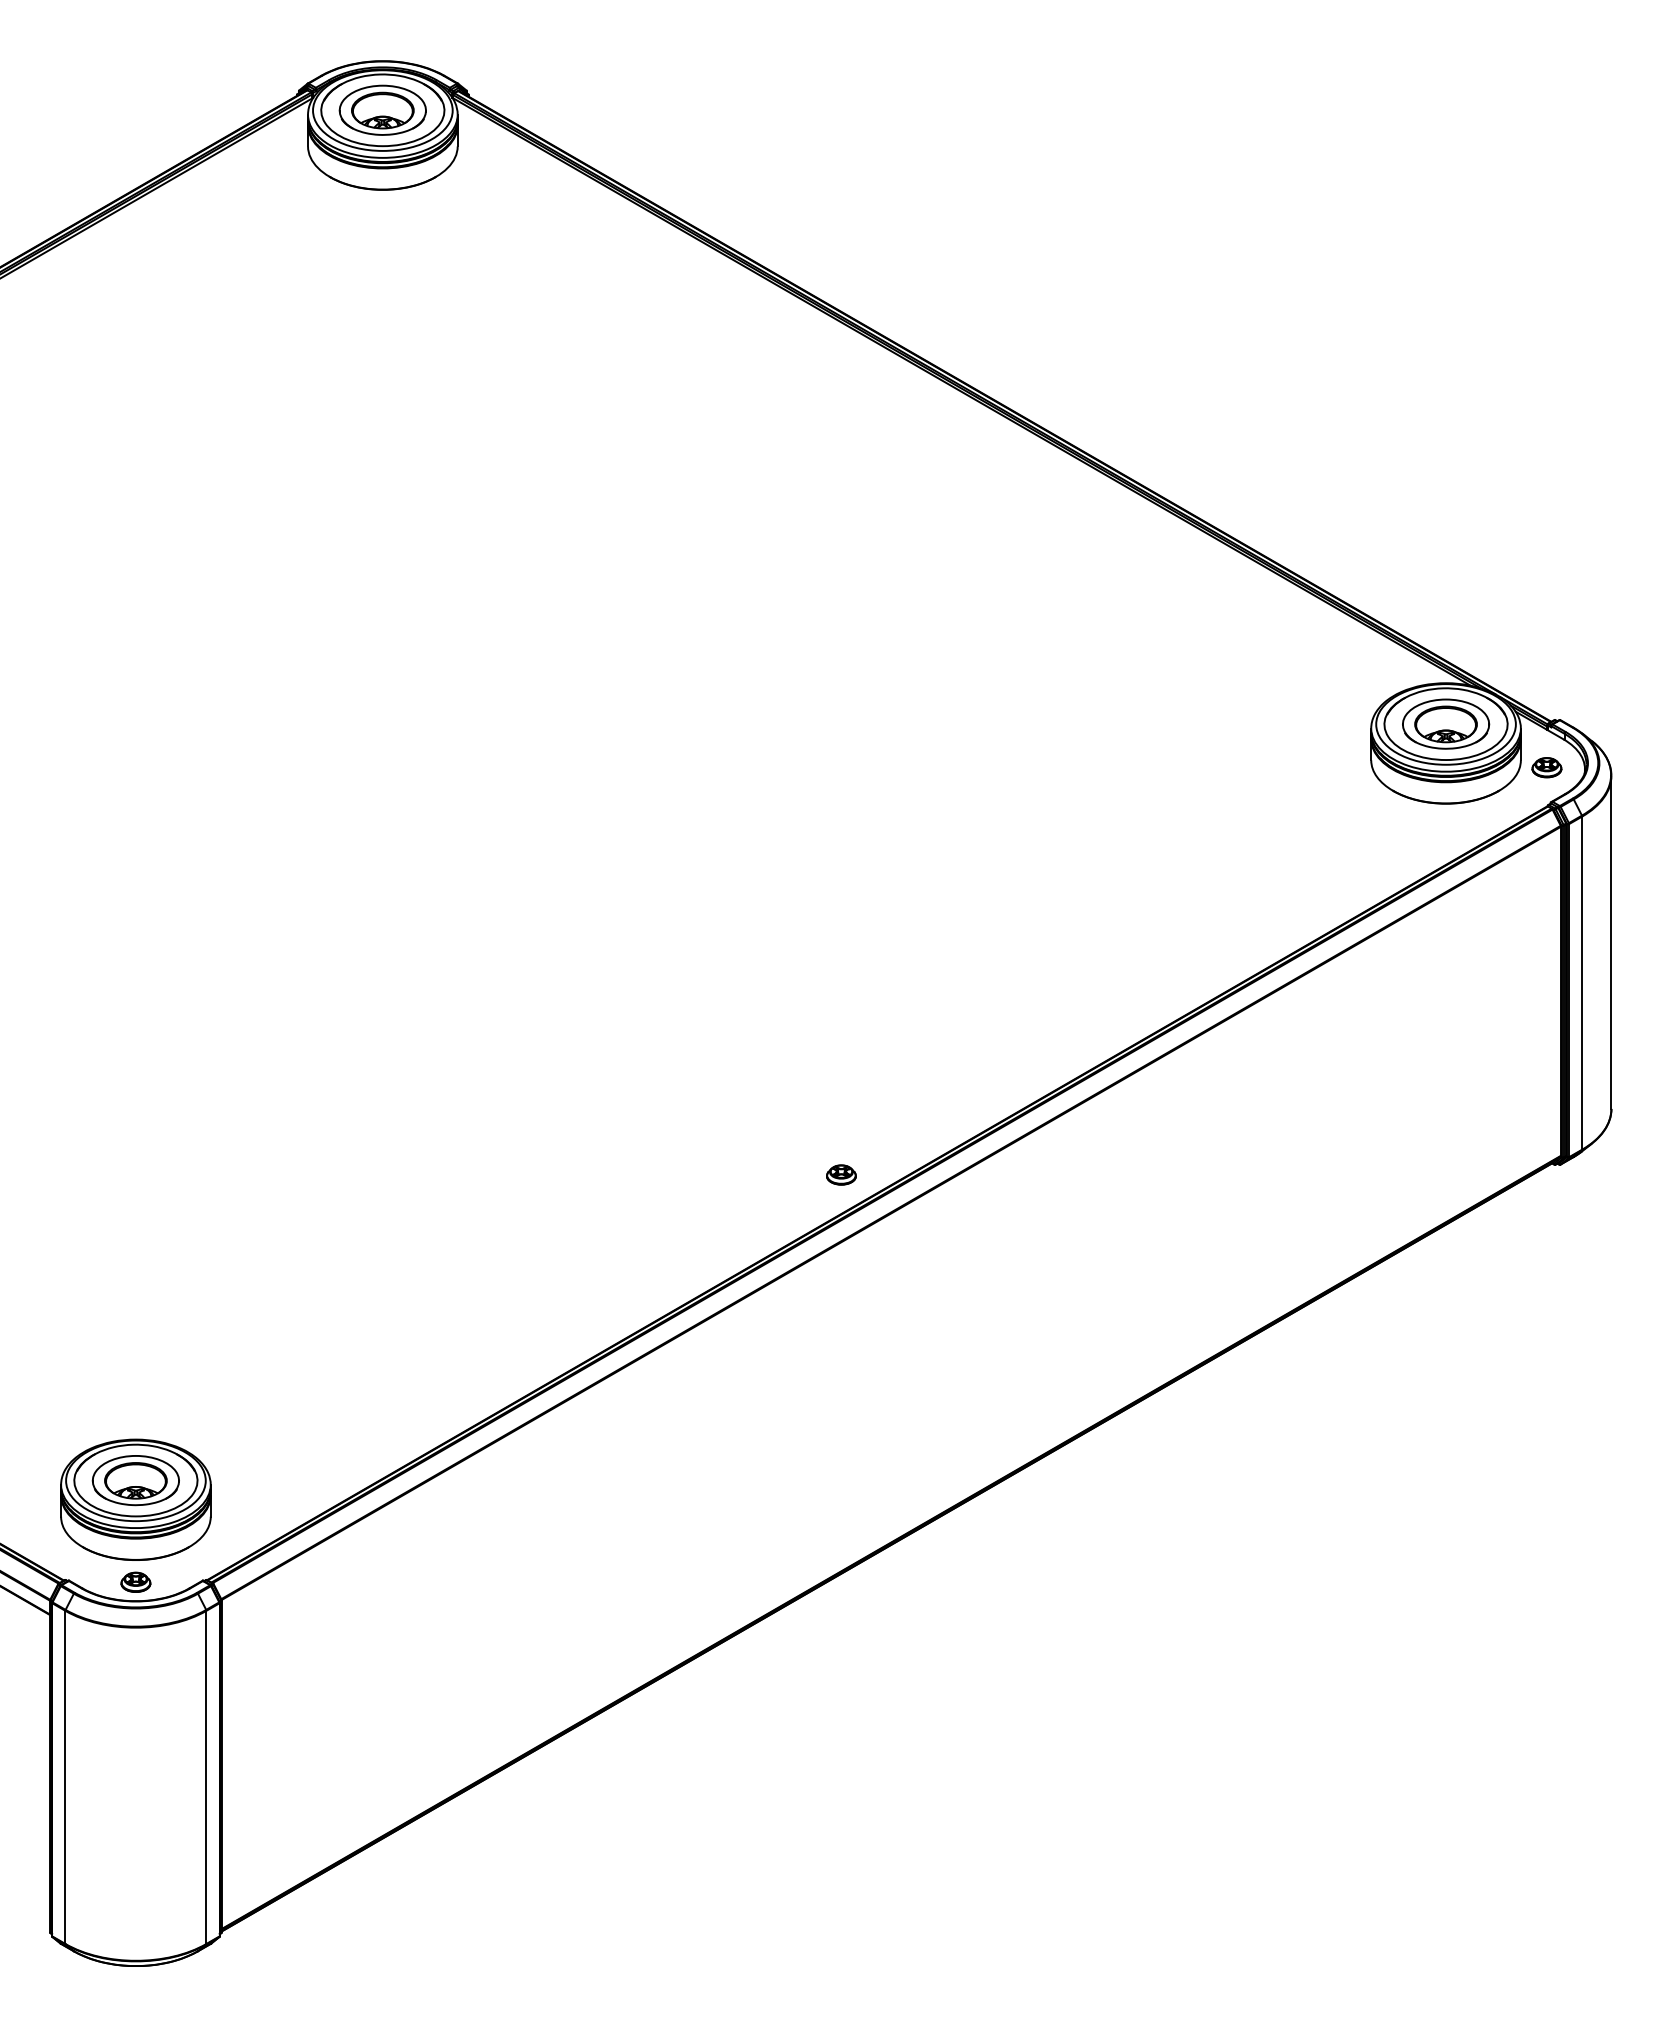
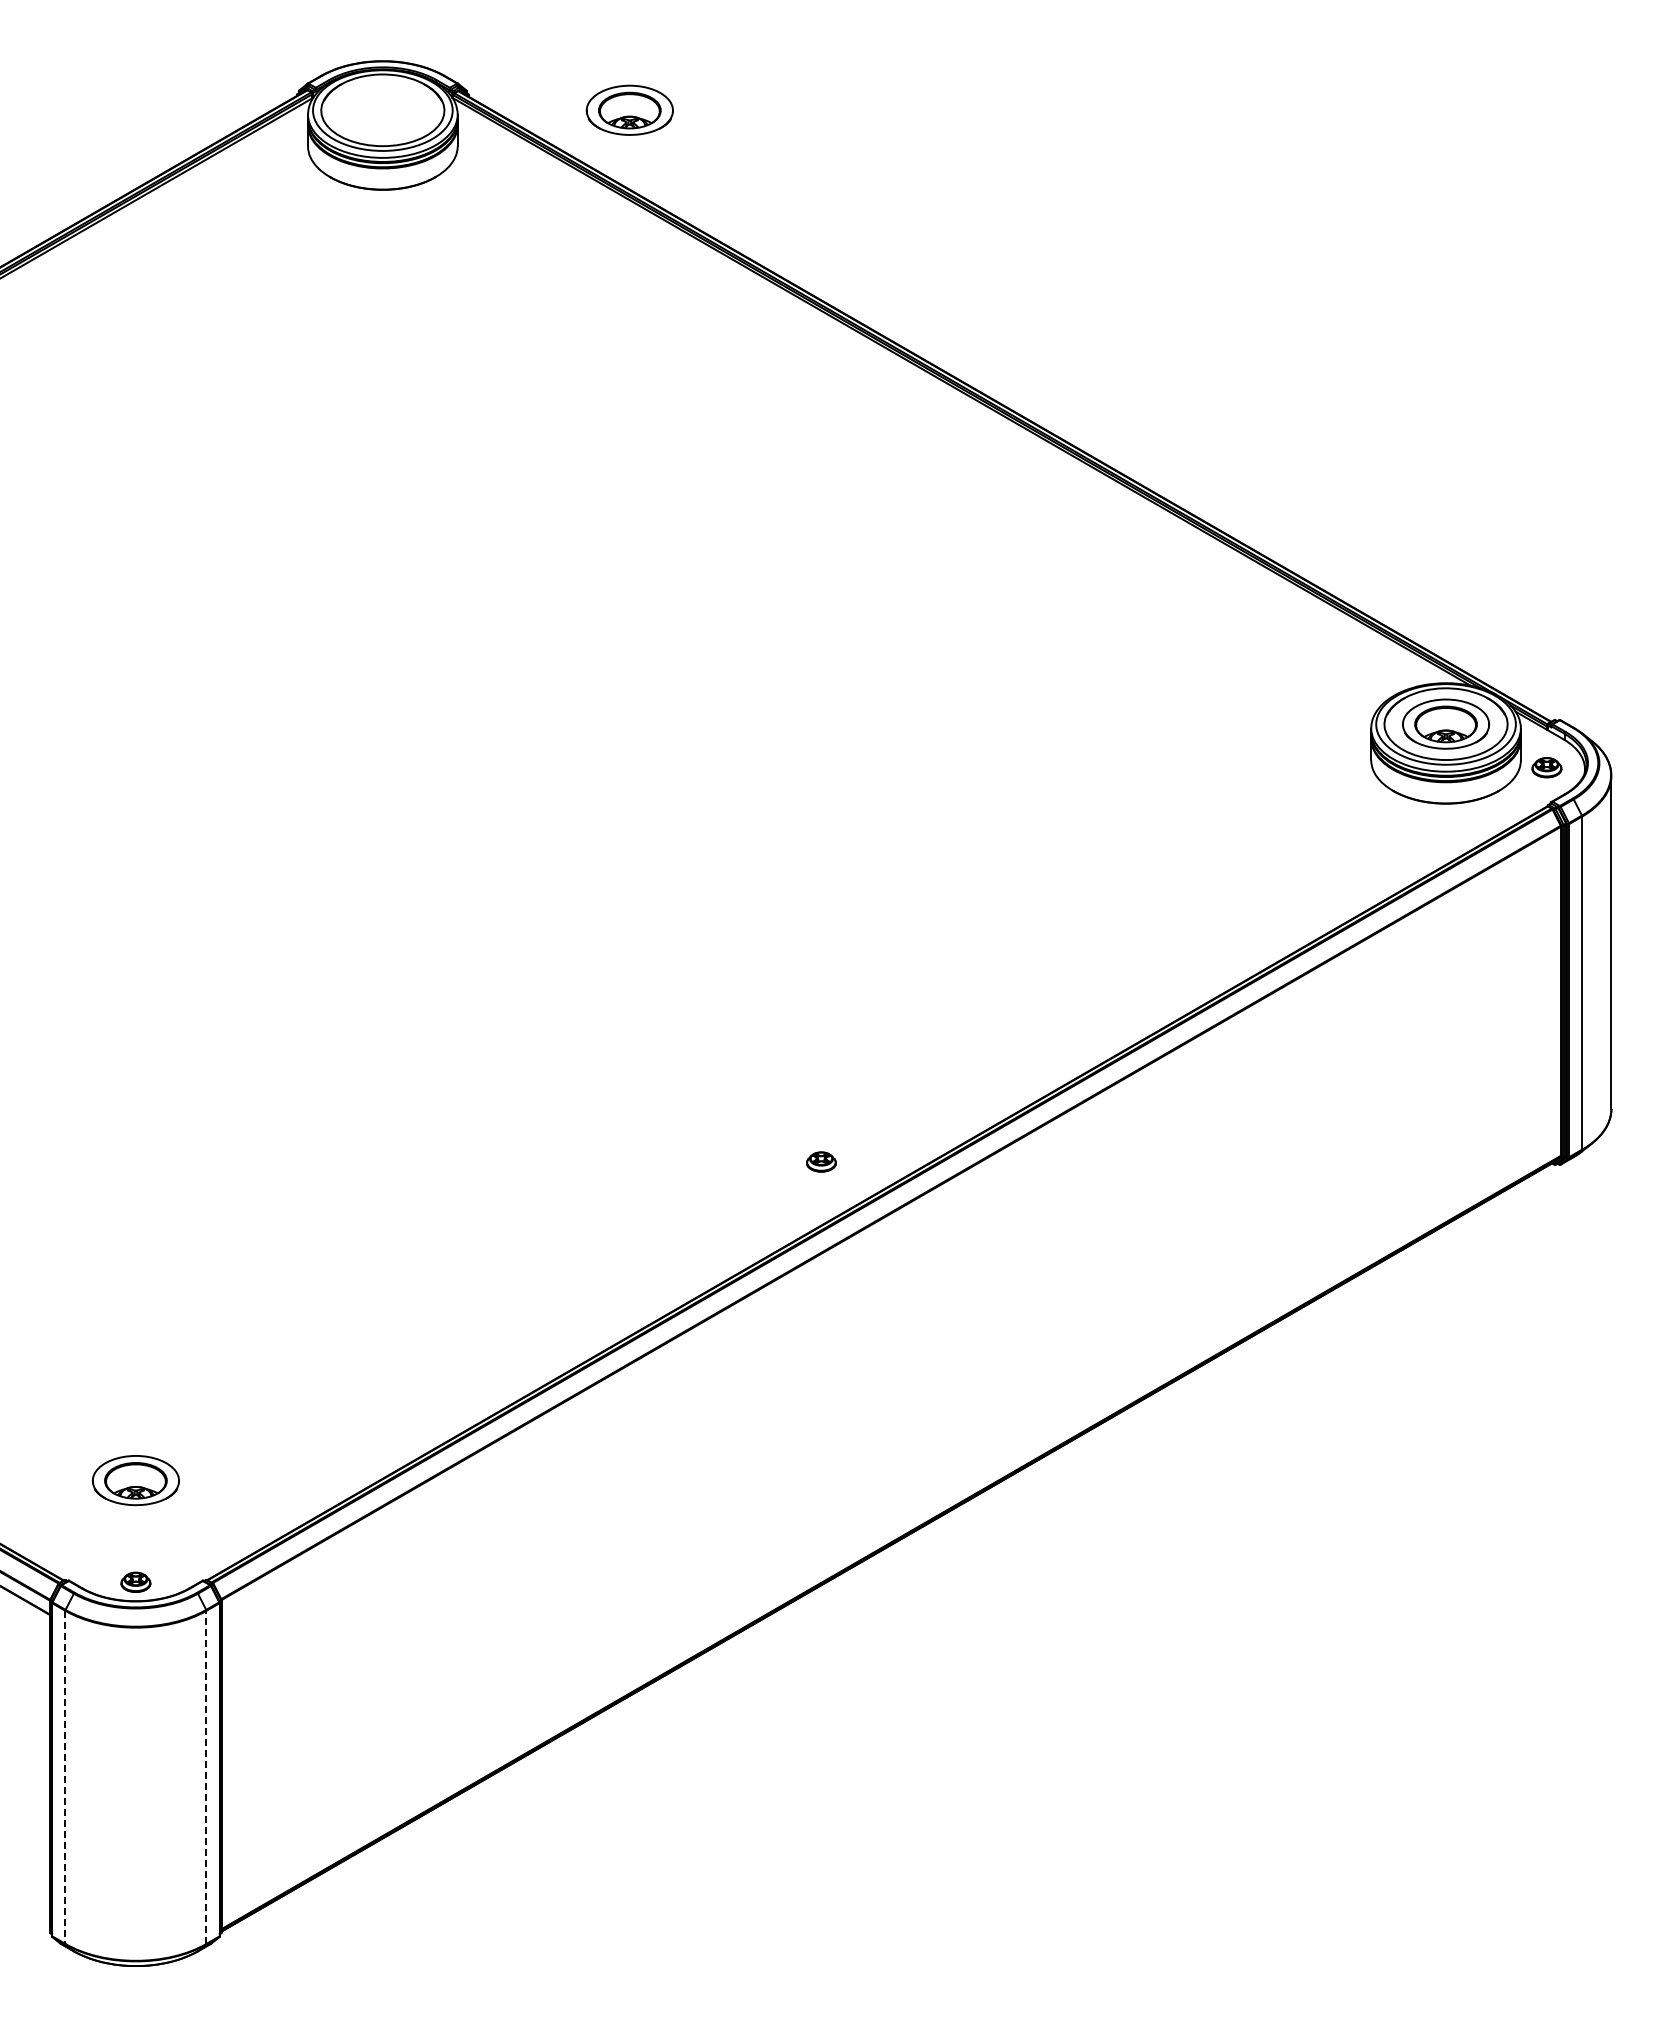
part at (382, 109) position: (382, 109) -> (629, 109)
part at (841, 1174) position: (841, 1174) -> (821, 1161)
part at (135, 1499): present -> none
line at (65, 1777): solid -> dashed
line at (206, 1777): solid -> dashed
